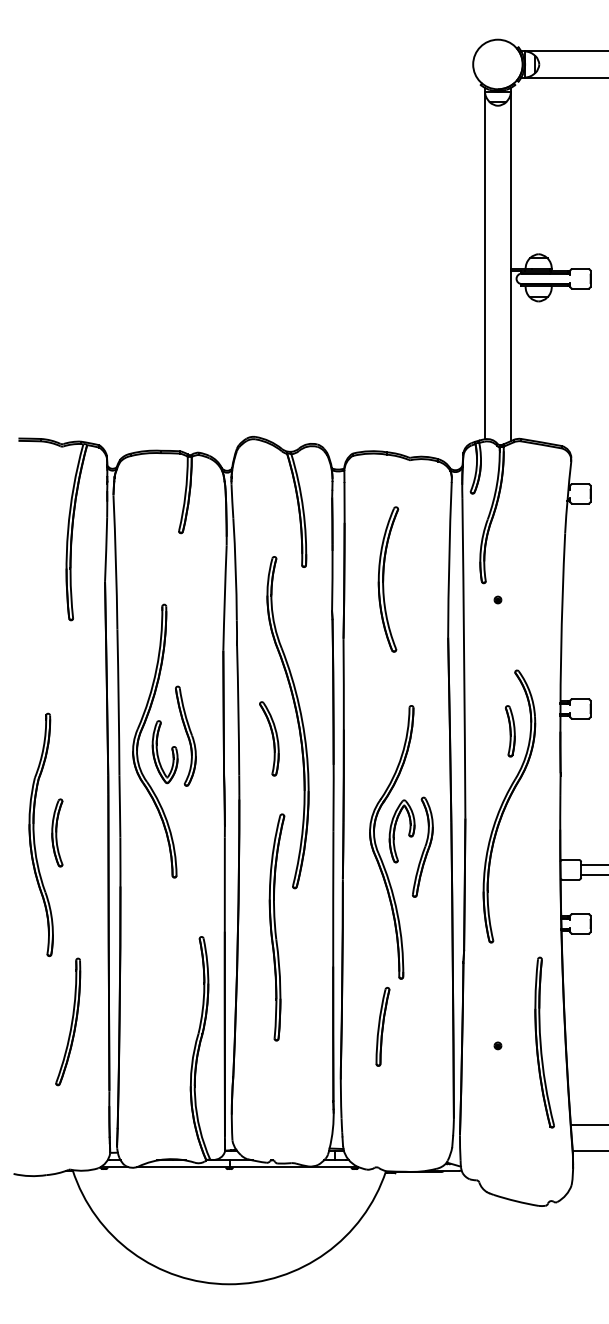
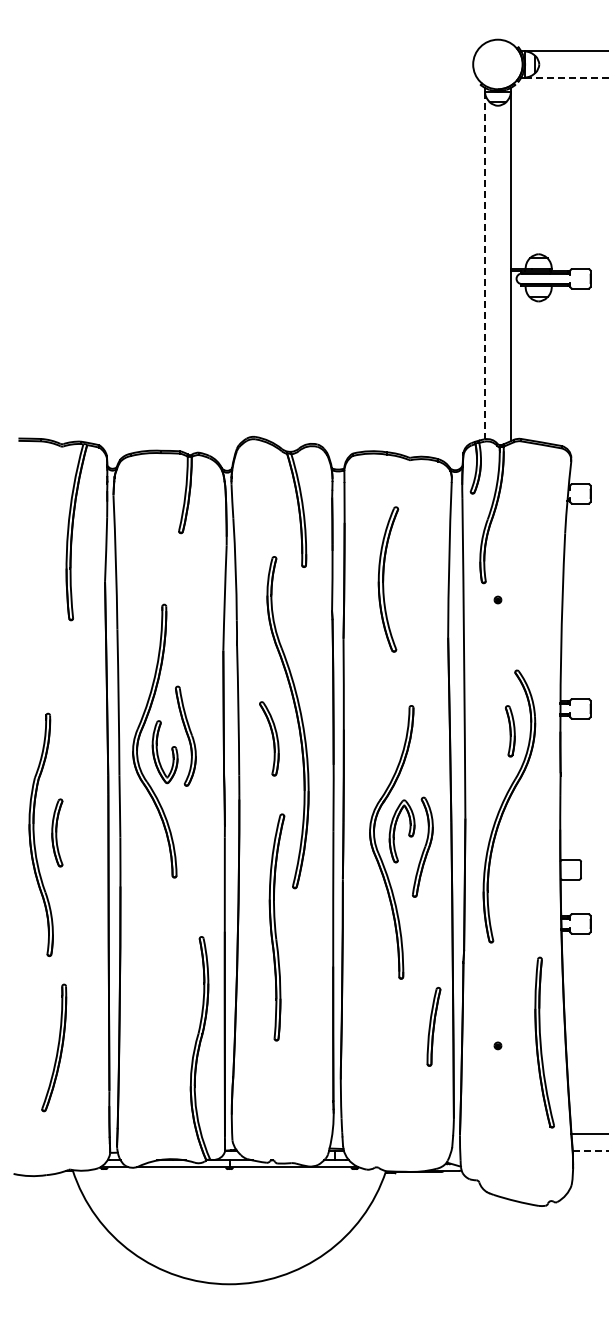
line at (567, 77): solid -> dashed
line at (484, 265): solid -> dashed
line at (593, 864): present -> none
line at (593, 875): present -> none
part at (68, 1021) position: (68, 1021) -> (54, 1047)
part at (382, 1026) position: (382, 1026) -> (433, 1026)
line at (587, 1125) position: (587, 1125) -> (587, 1134)
line at (590, 1151): solid -> dashed
